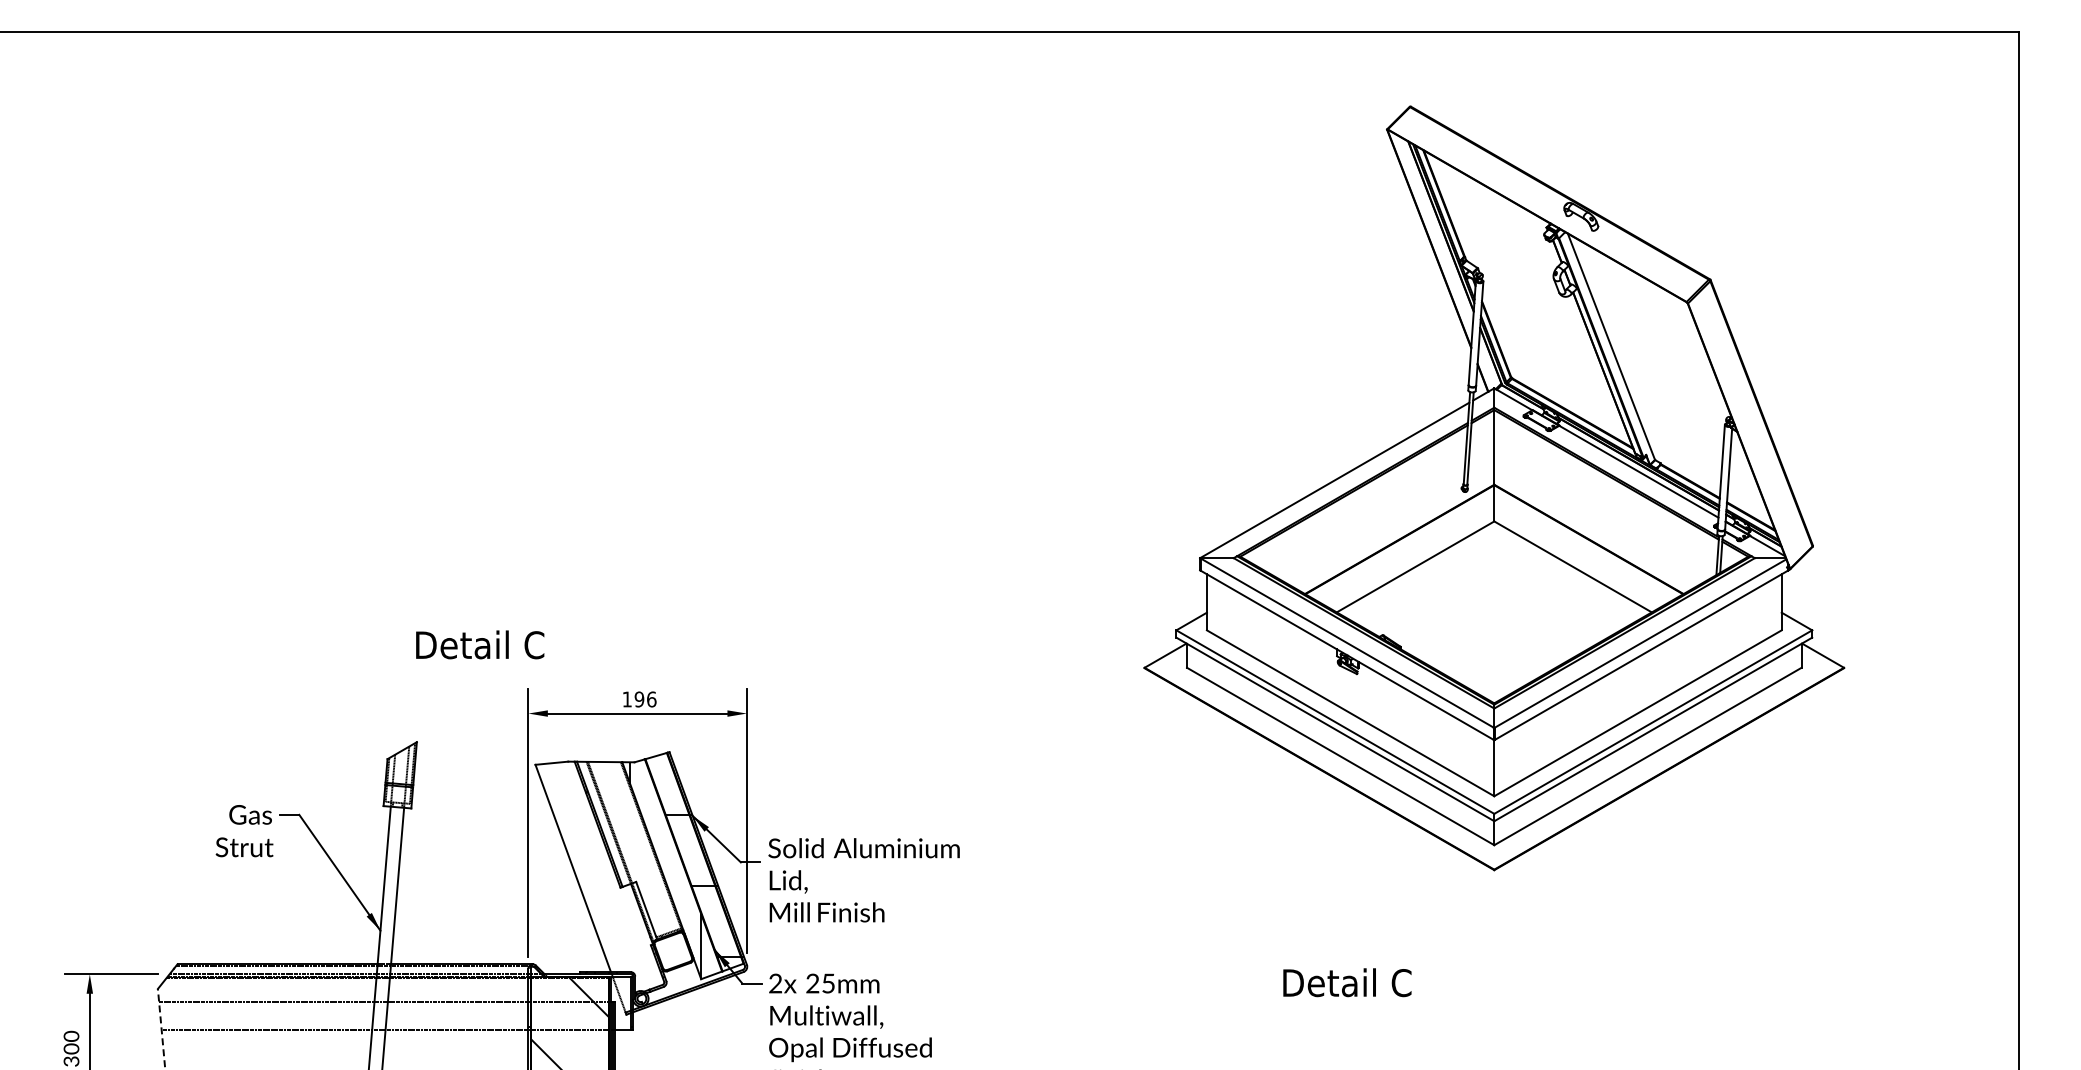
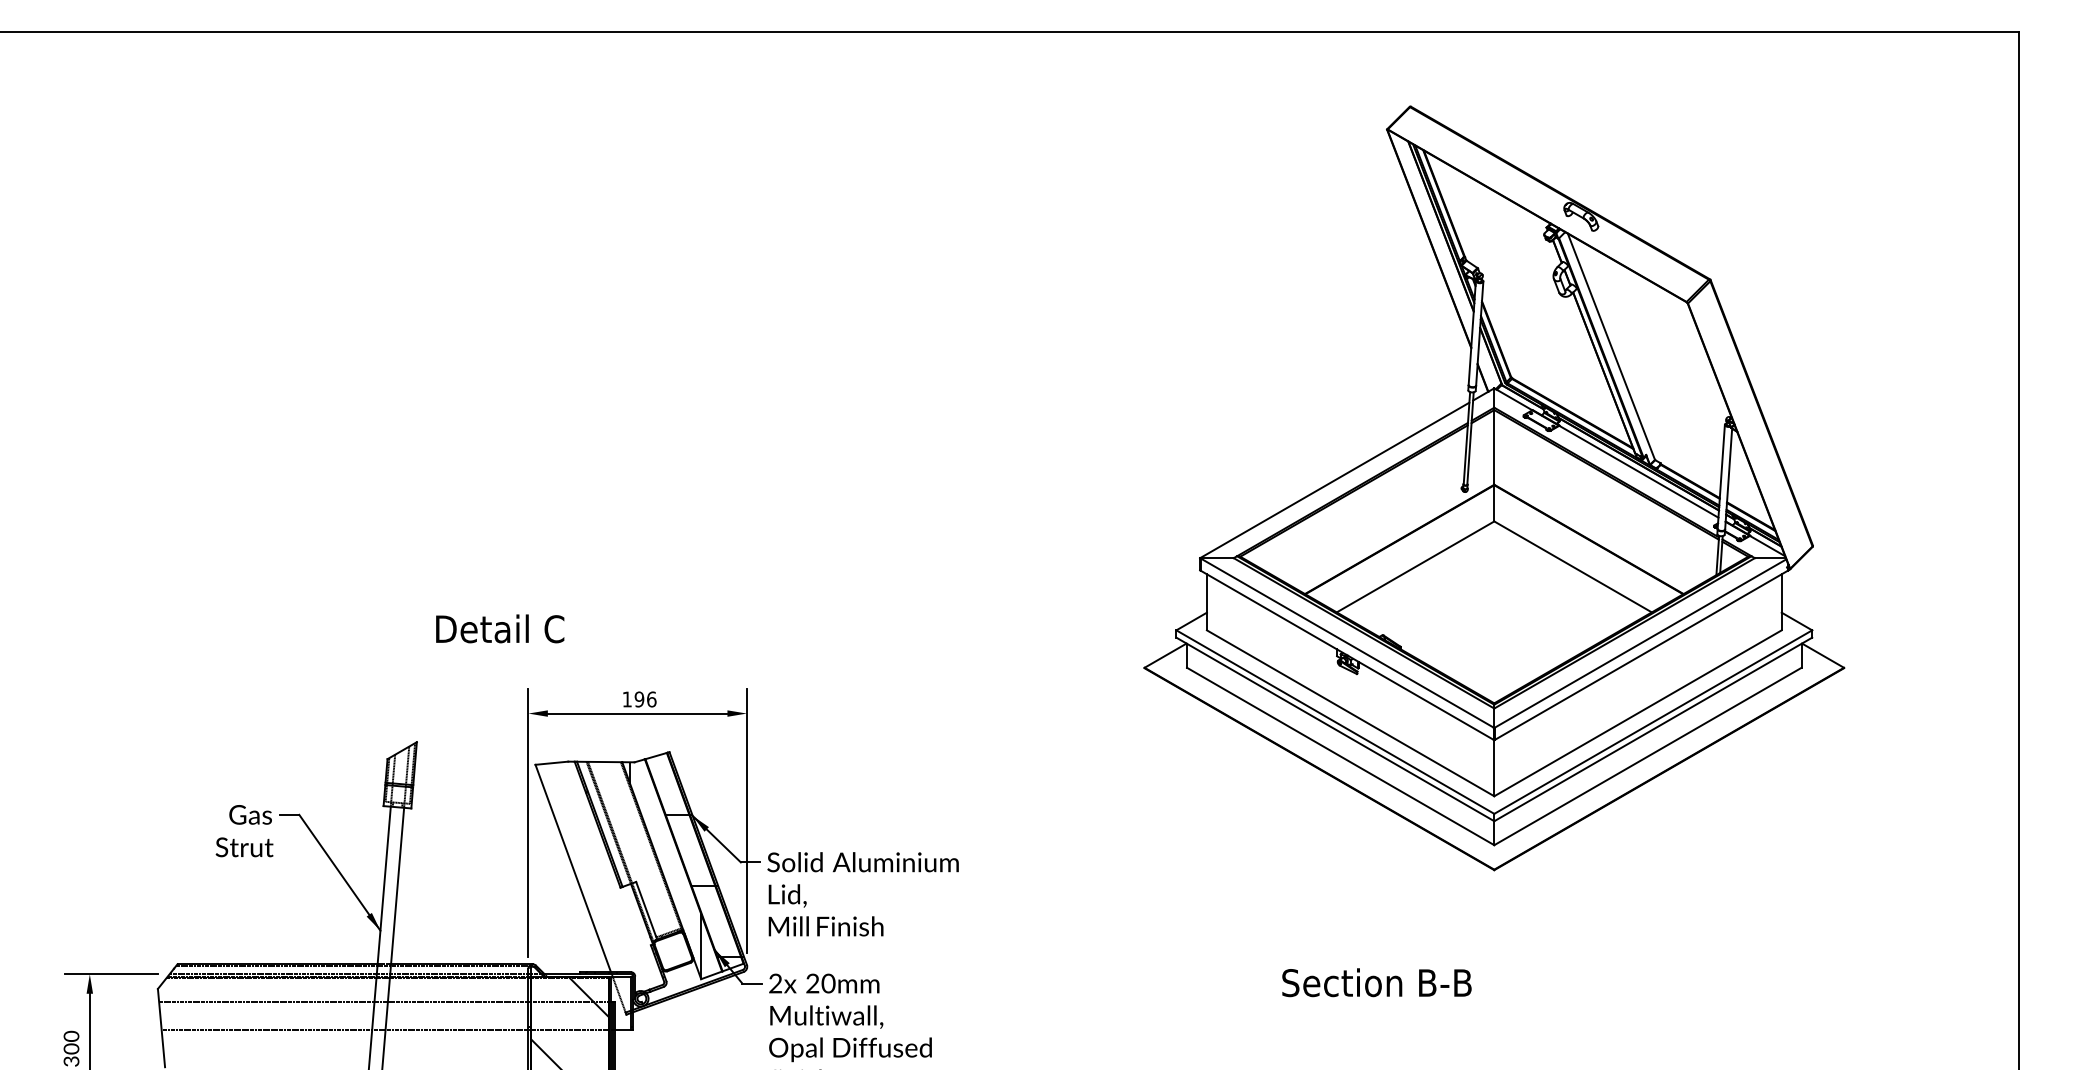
text at (480, 644) position: (480, 644) -> (500, 628)
text at (863, 880) position: (863, 880) -> (862, 894)
text at (1376, 982): Detail C -> Section B-B
text at (828, 983): 25mm -> 20mm
line at (161, 1027): dashed -> solid
